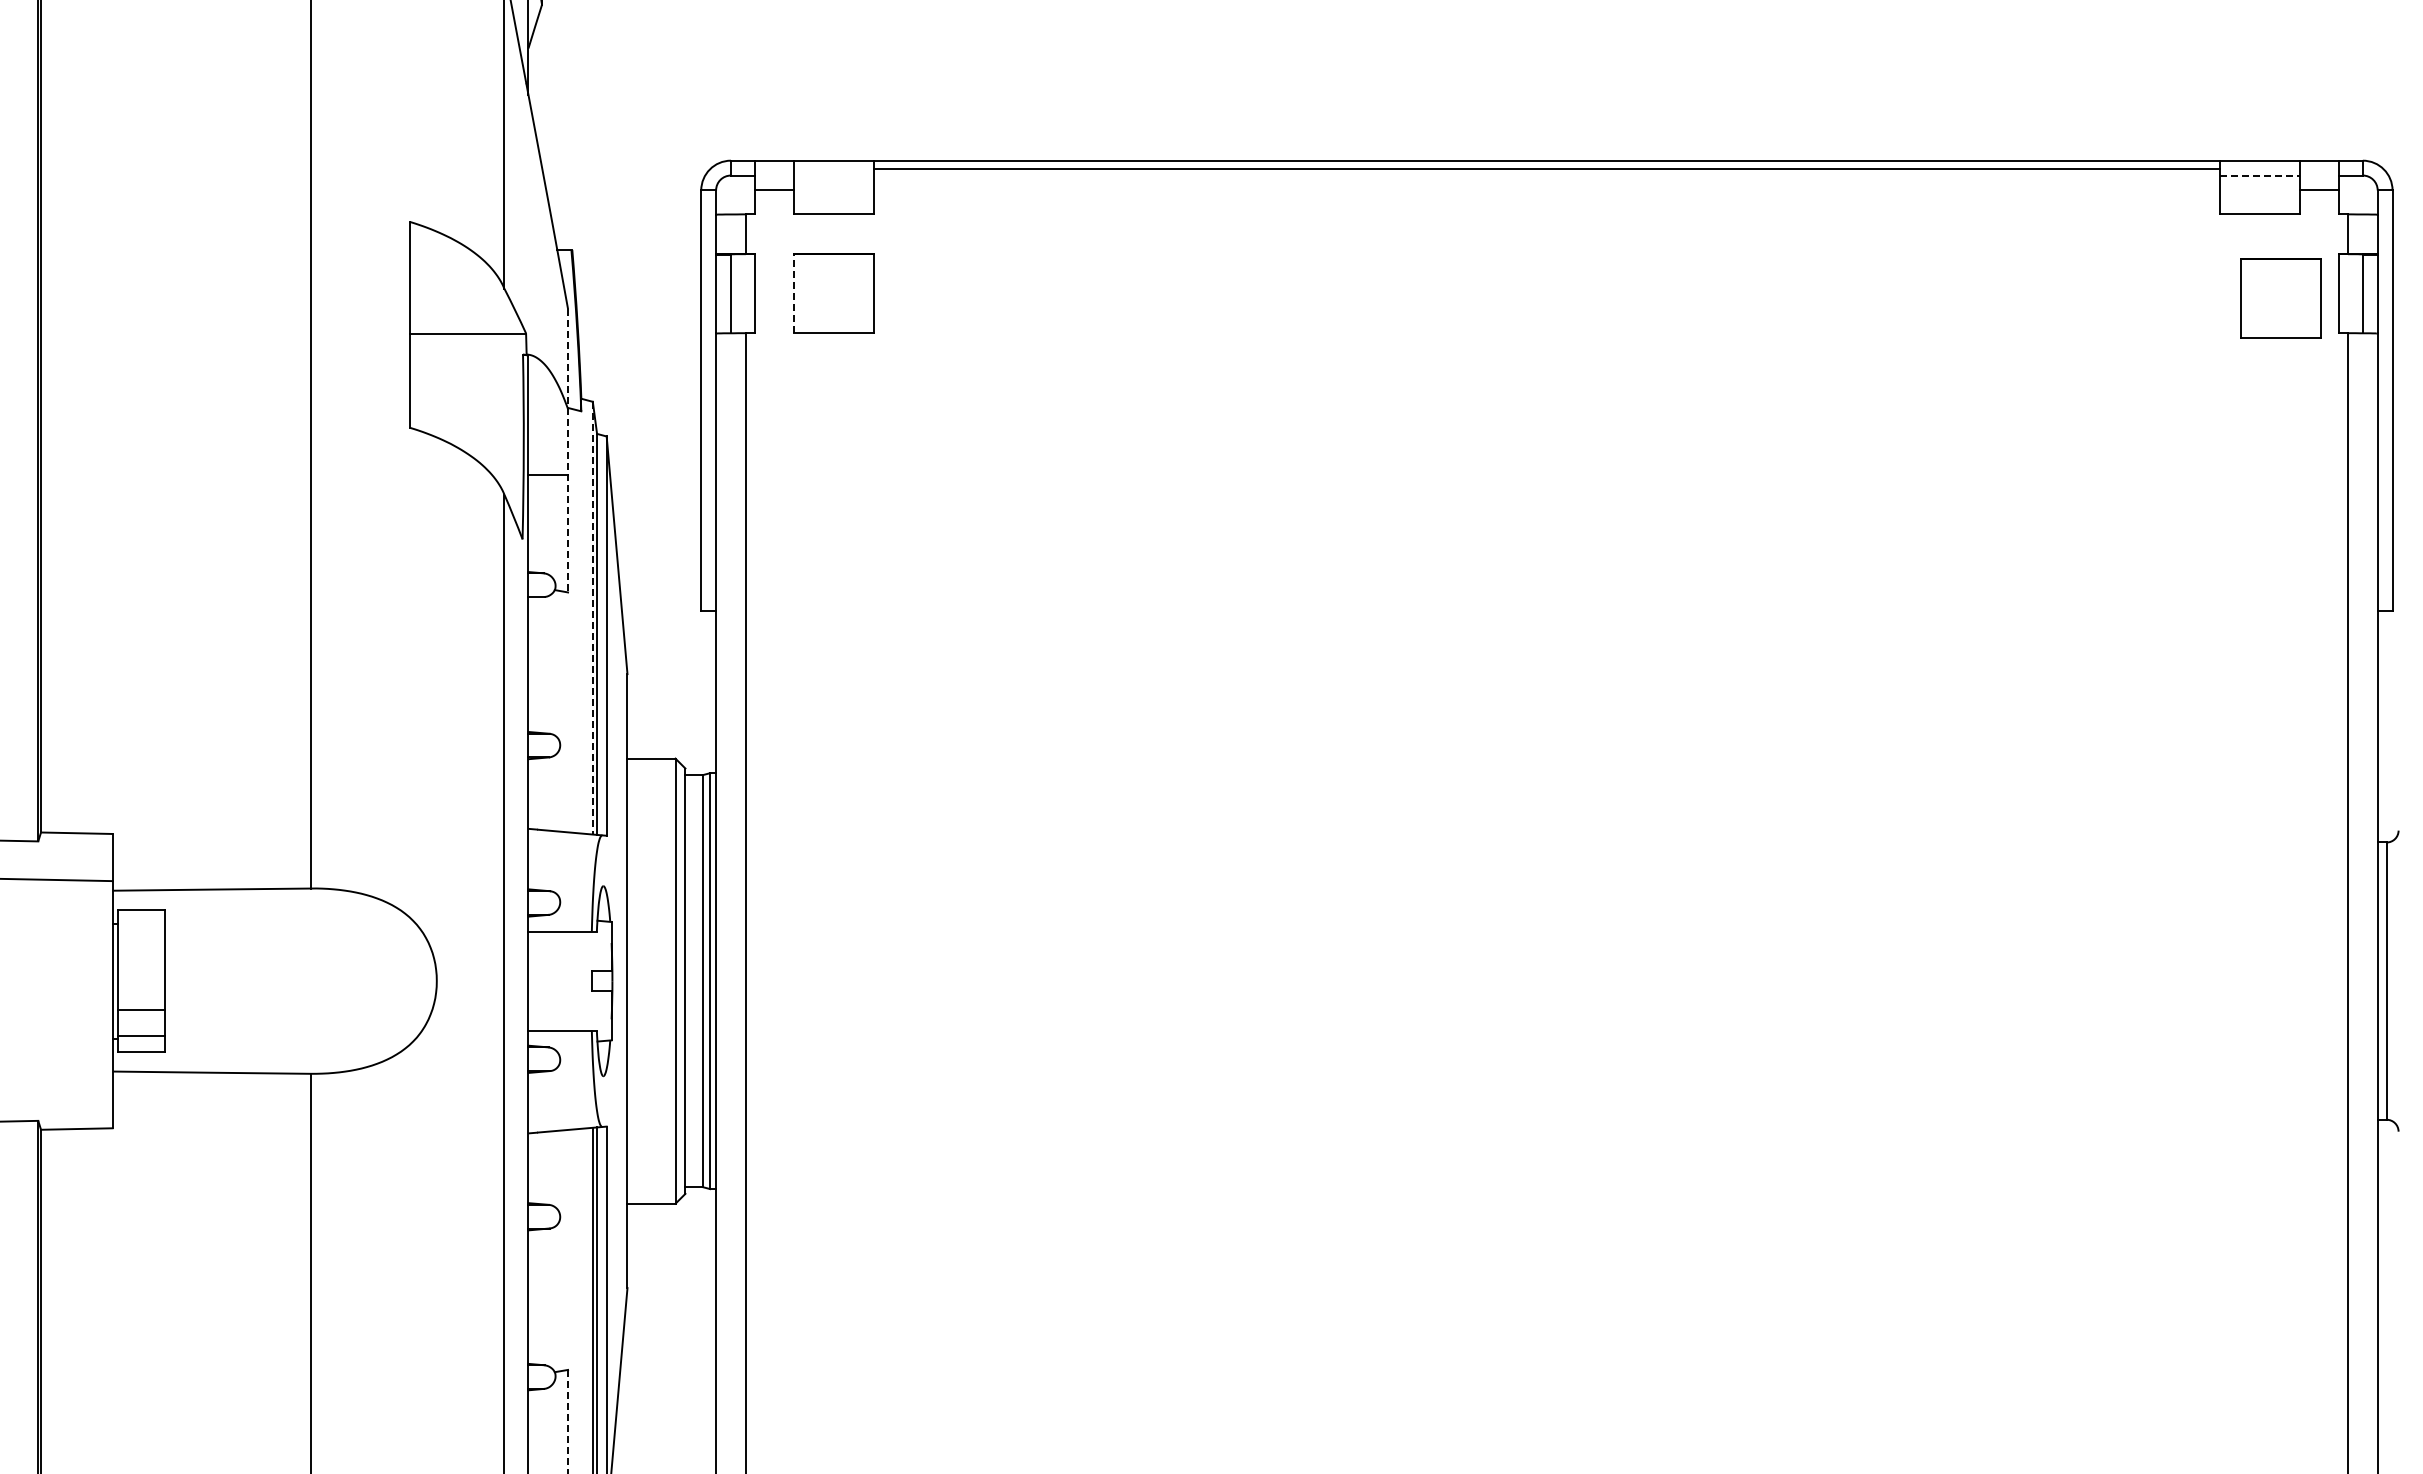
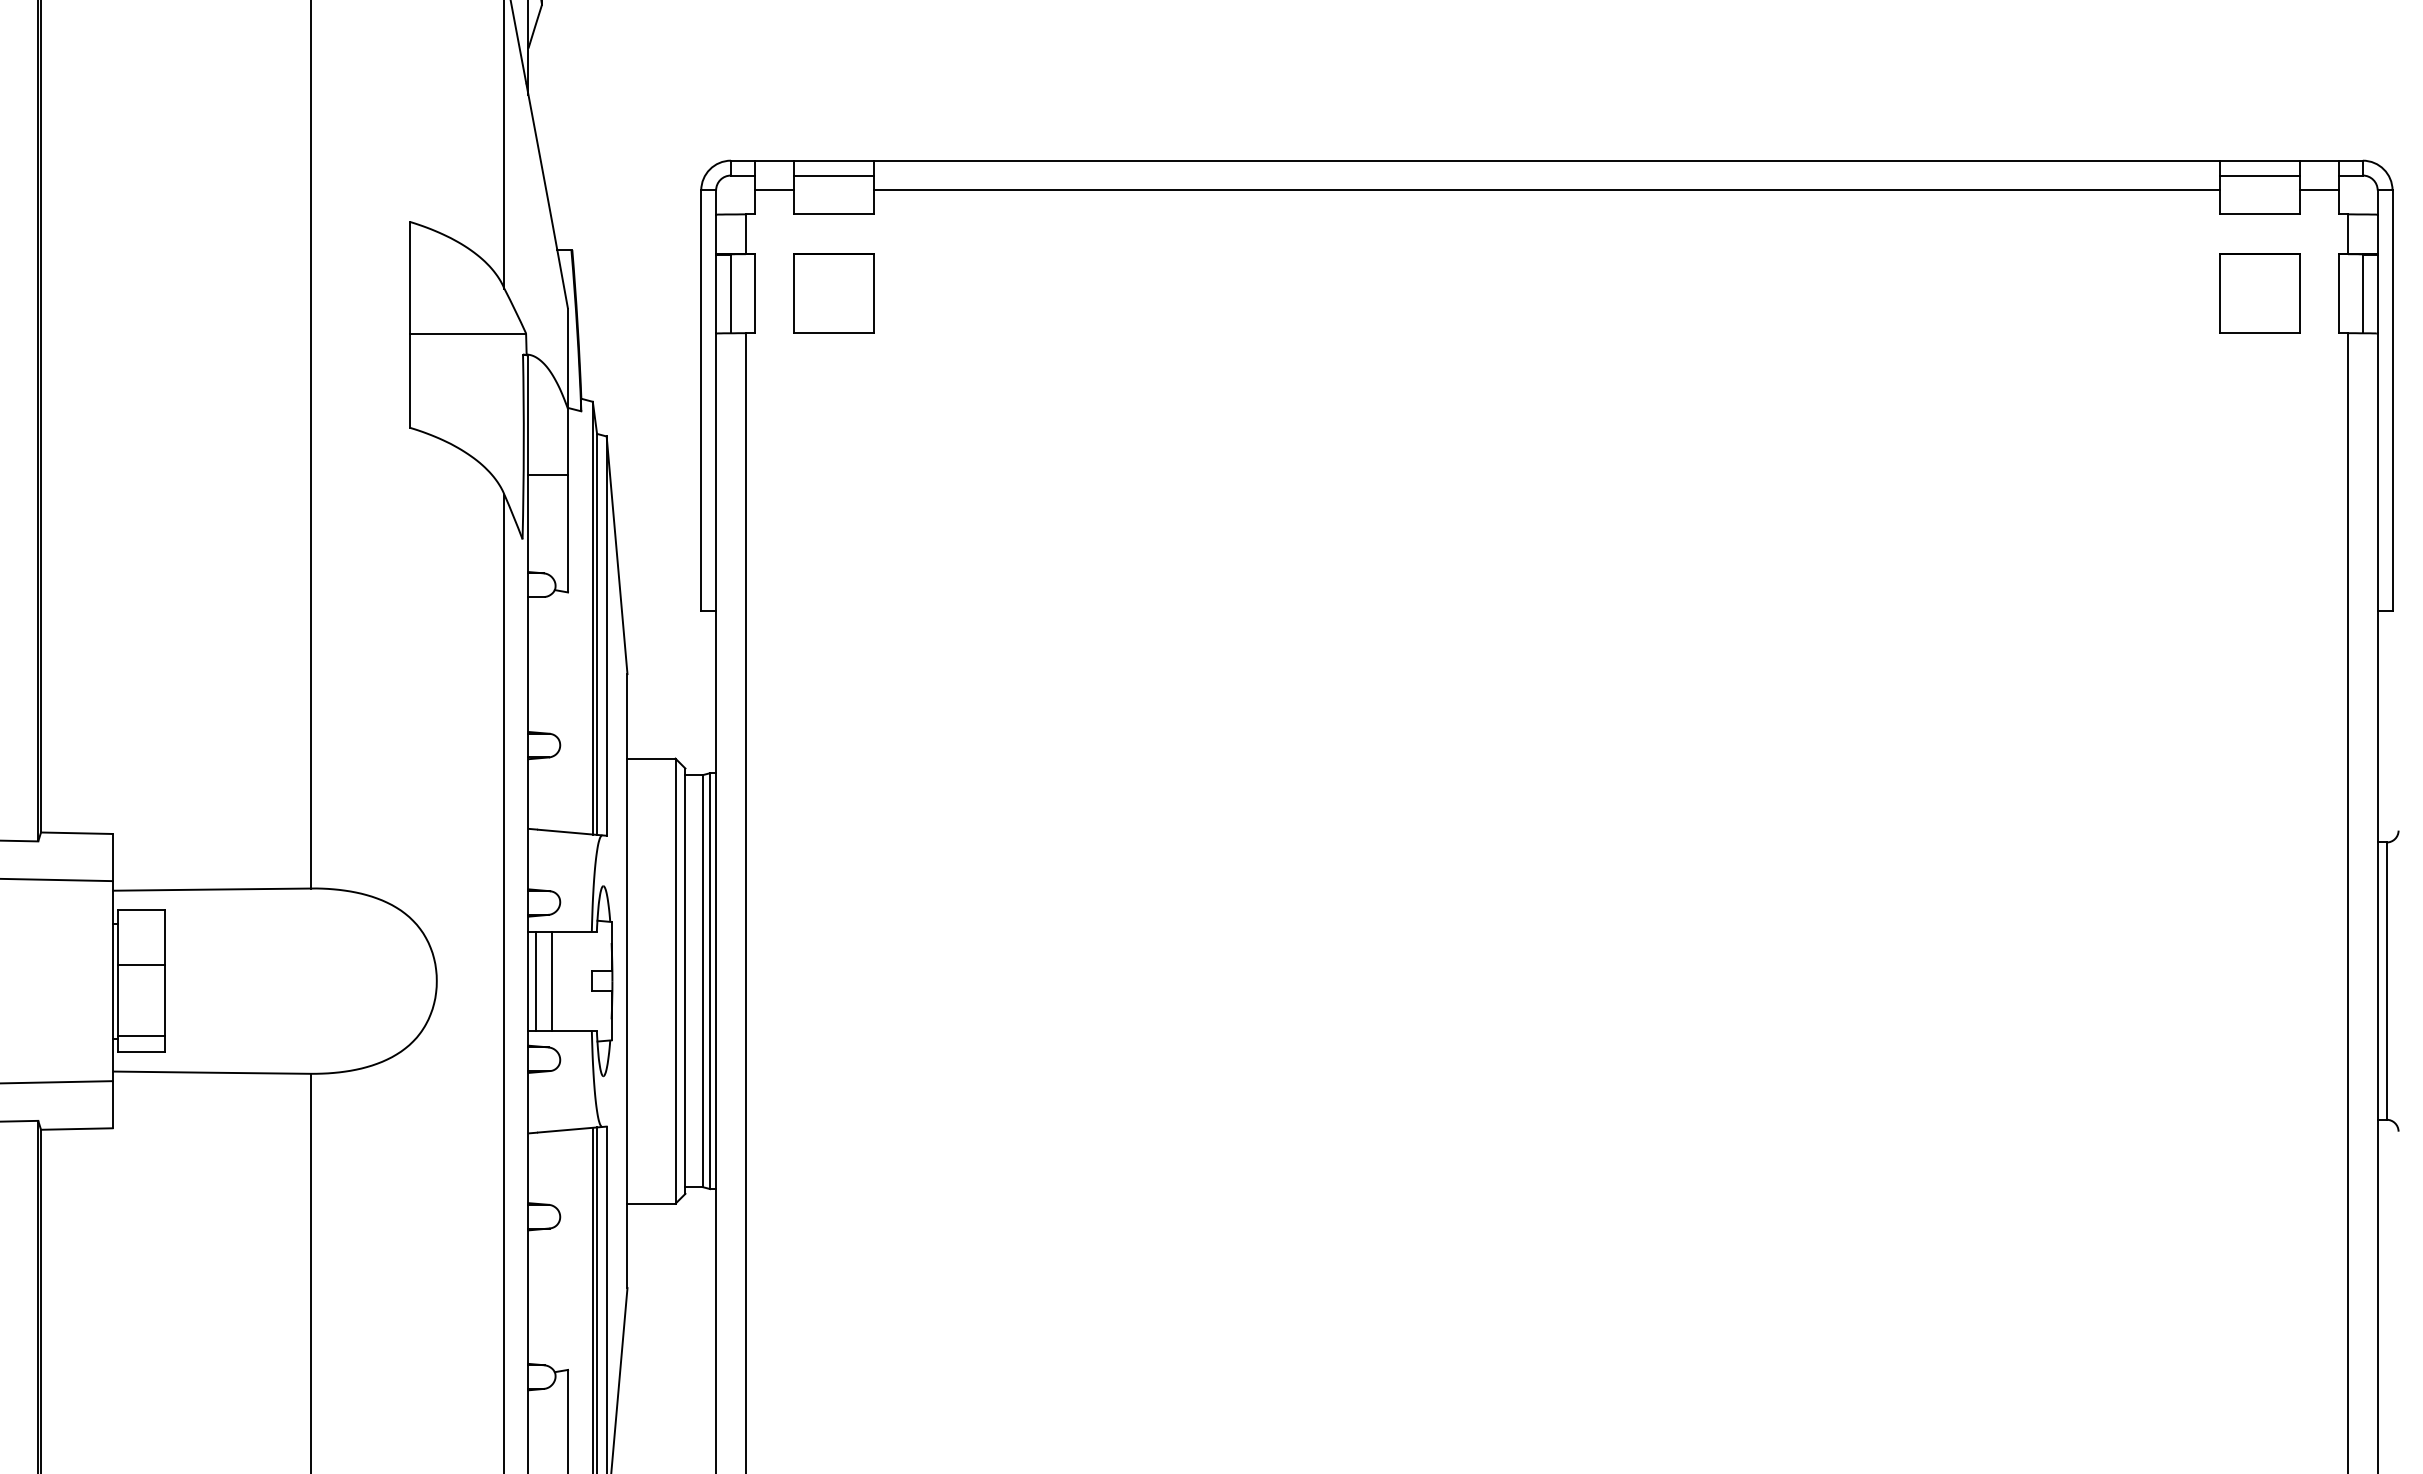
line at (1546, 169) position: (1546, 169) -> (1546, 190)
line at (833, 175): none -> present
line at (2259, 175): dashed -> solid
line at (794, 293): dashed -> solid
part at (2280, 298) position: (2280, 298) -> (2259, 293)
line at (568, 450): dashed -> solid
line at (592, 618): dashed -> solid
line at (536, 980): none -> present
line at (552, 980): none -> present
line at (141, 1009) position: (141, 1009) -> (141, 964)
line at (57, 1082): none -> present
line at (568, 1421): dashed -> solid
